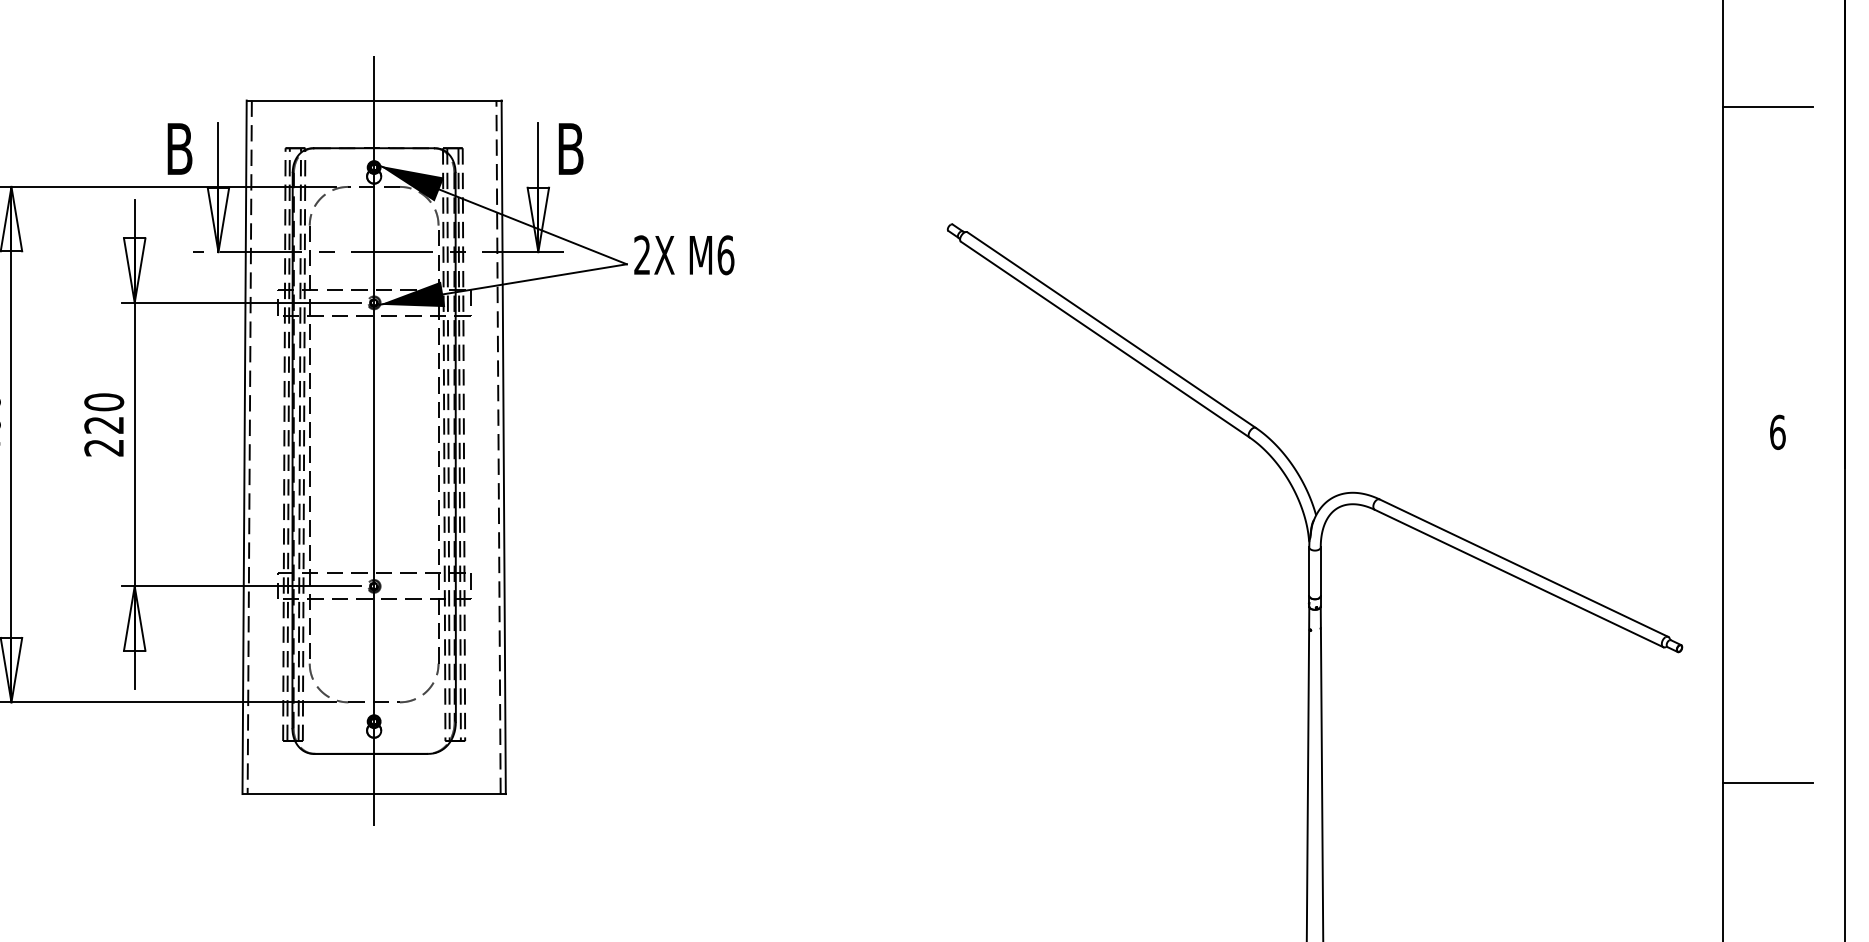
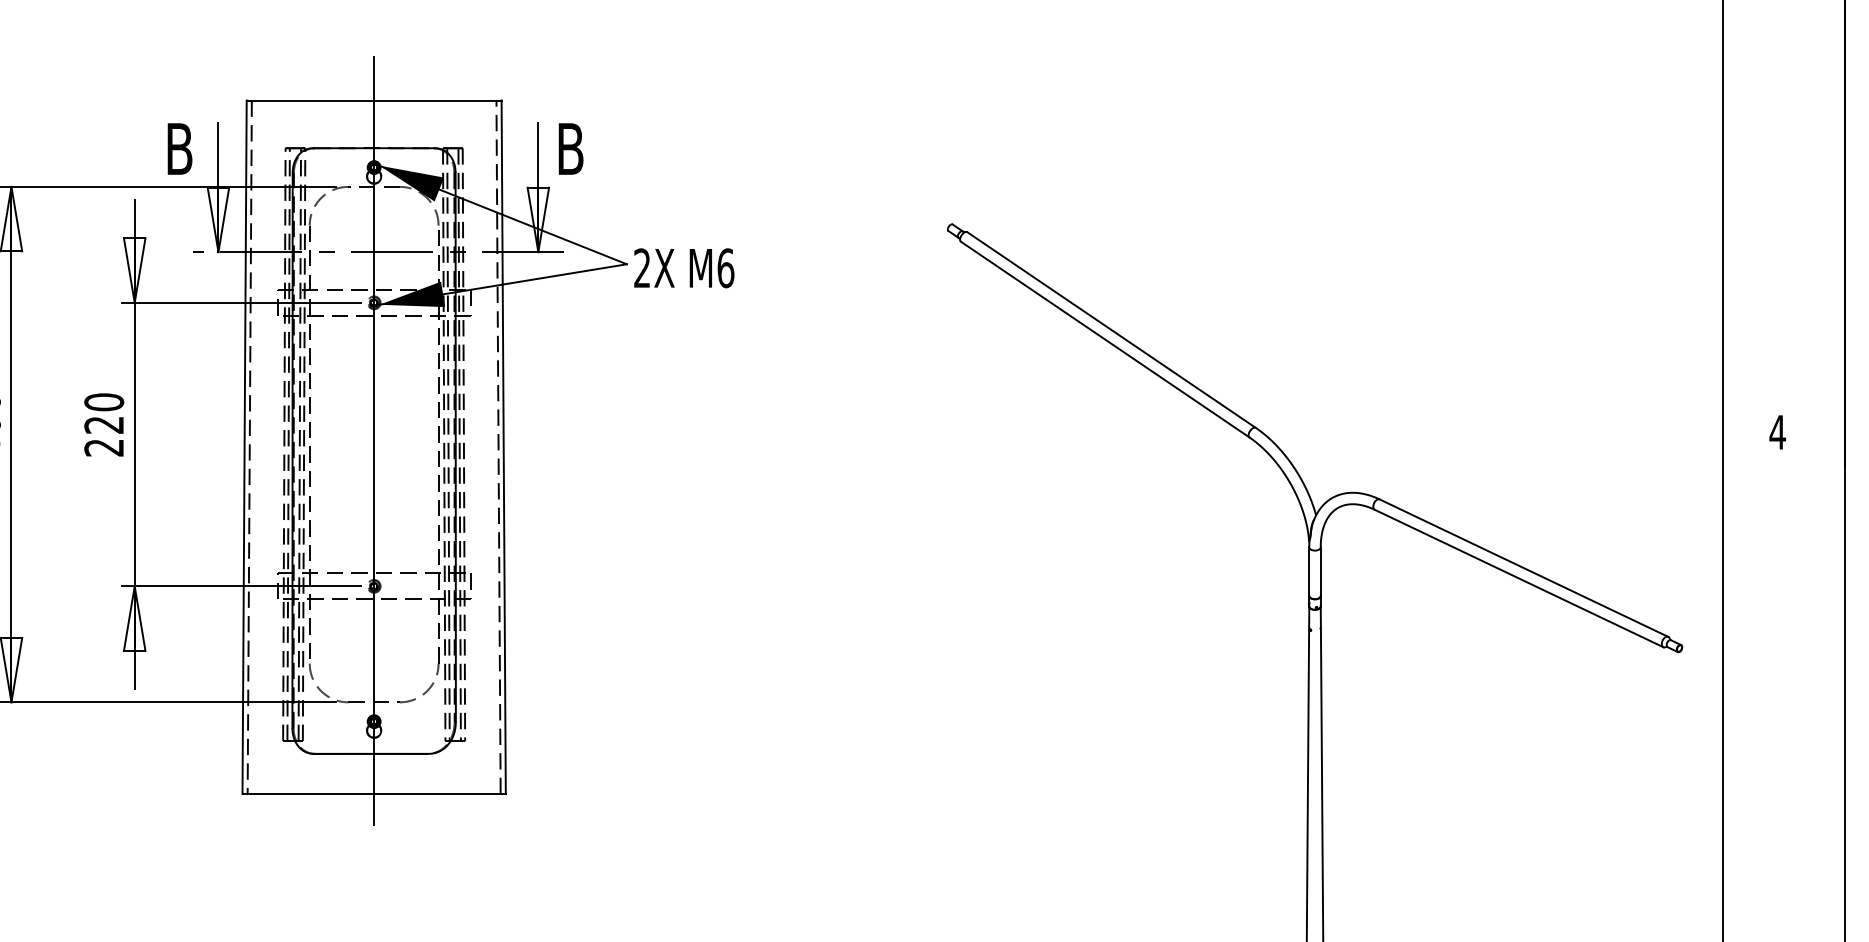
line at (1767, 107): present -> none
text at (684, 255) position: (684, 255) -> (684, 268)
text at (1777, 431): 6 -> 4
line at (1767, 782): present -> none
